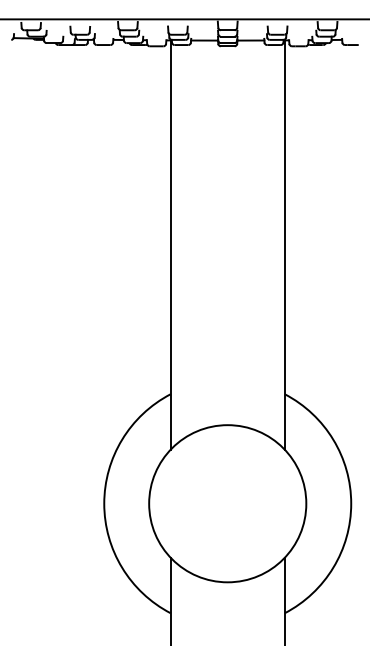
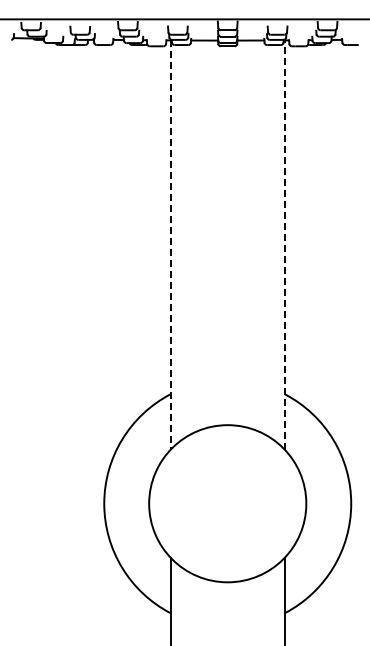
line at (170, 245): solid -> dashed
line at (284, 245): solid -> dashed
